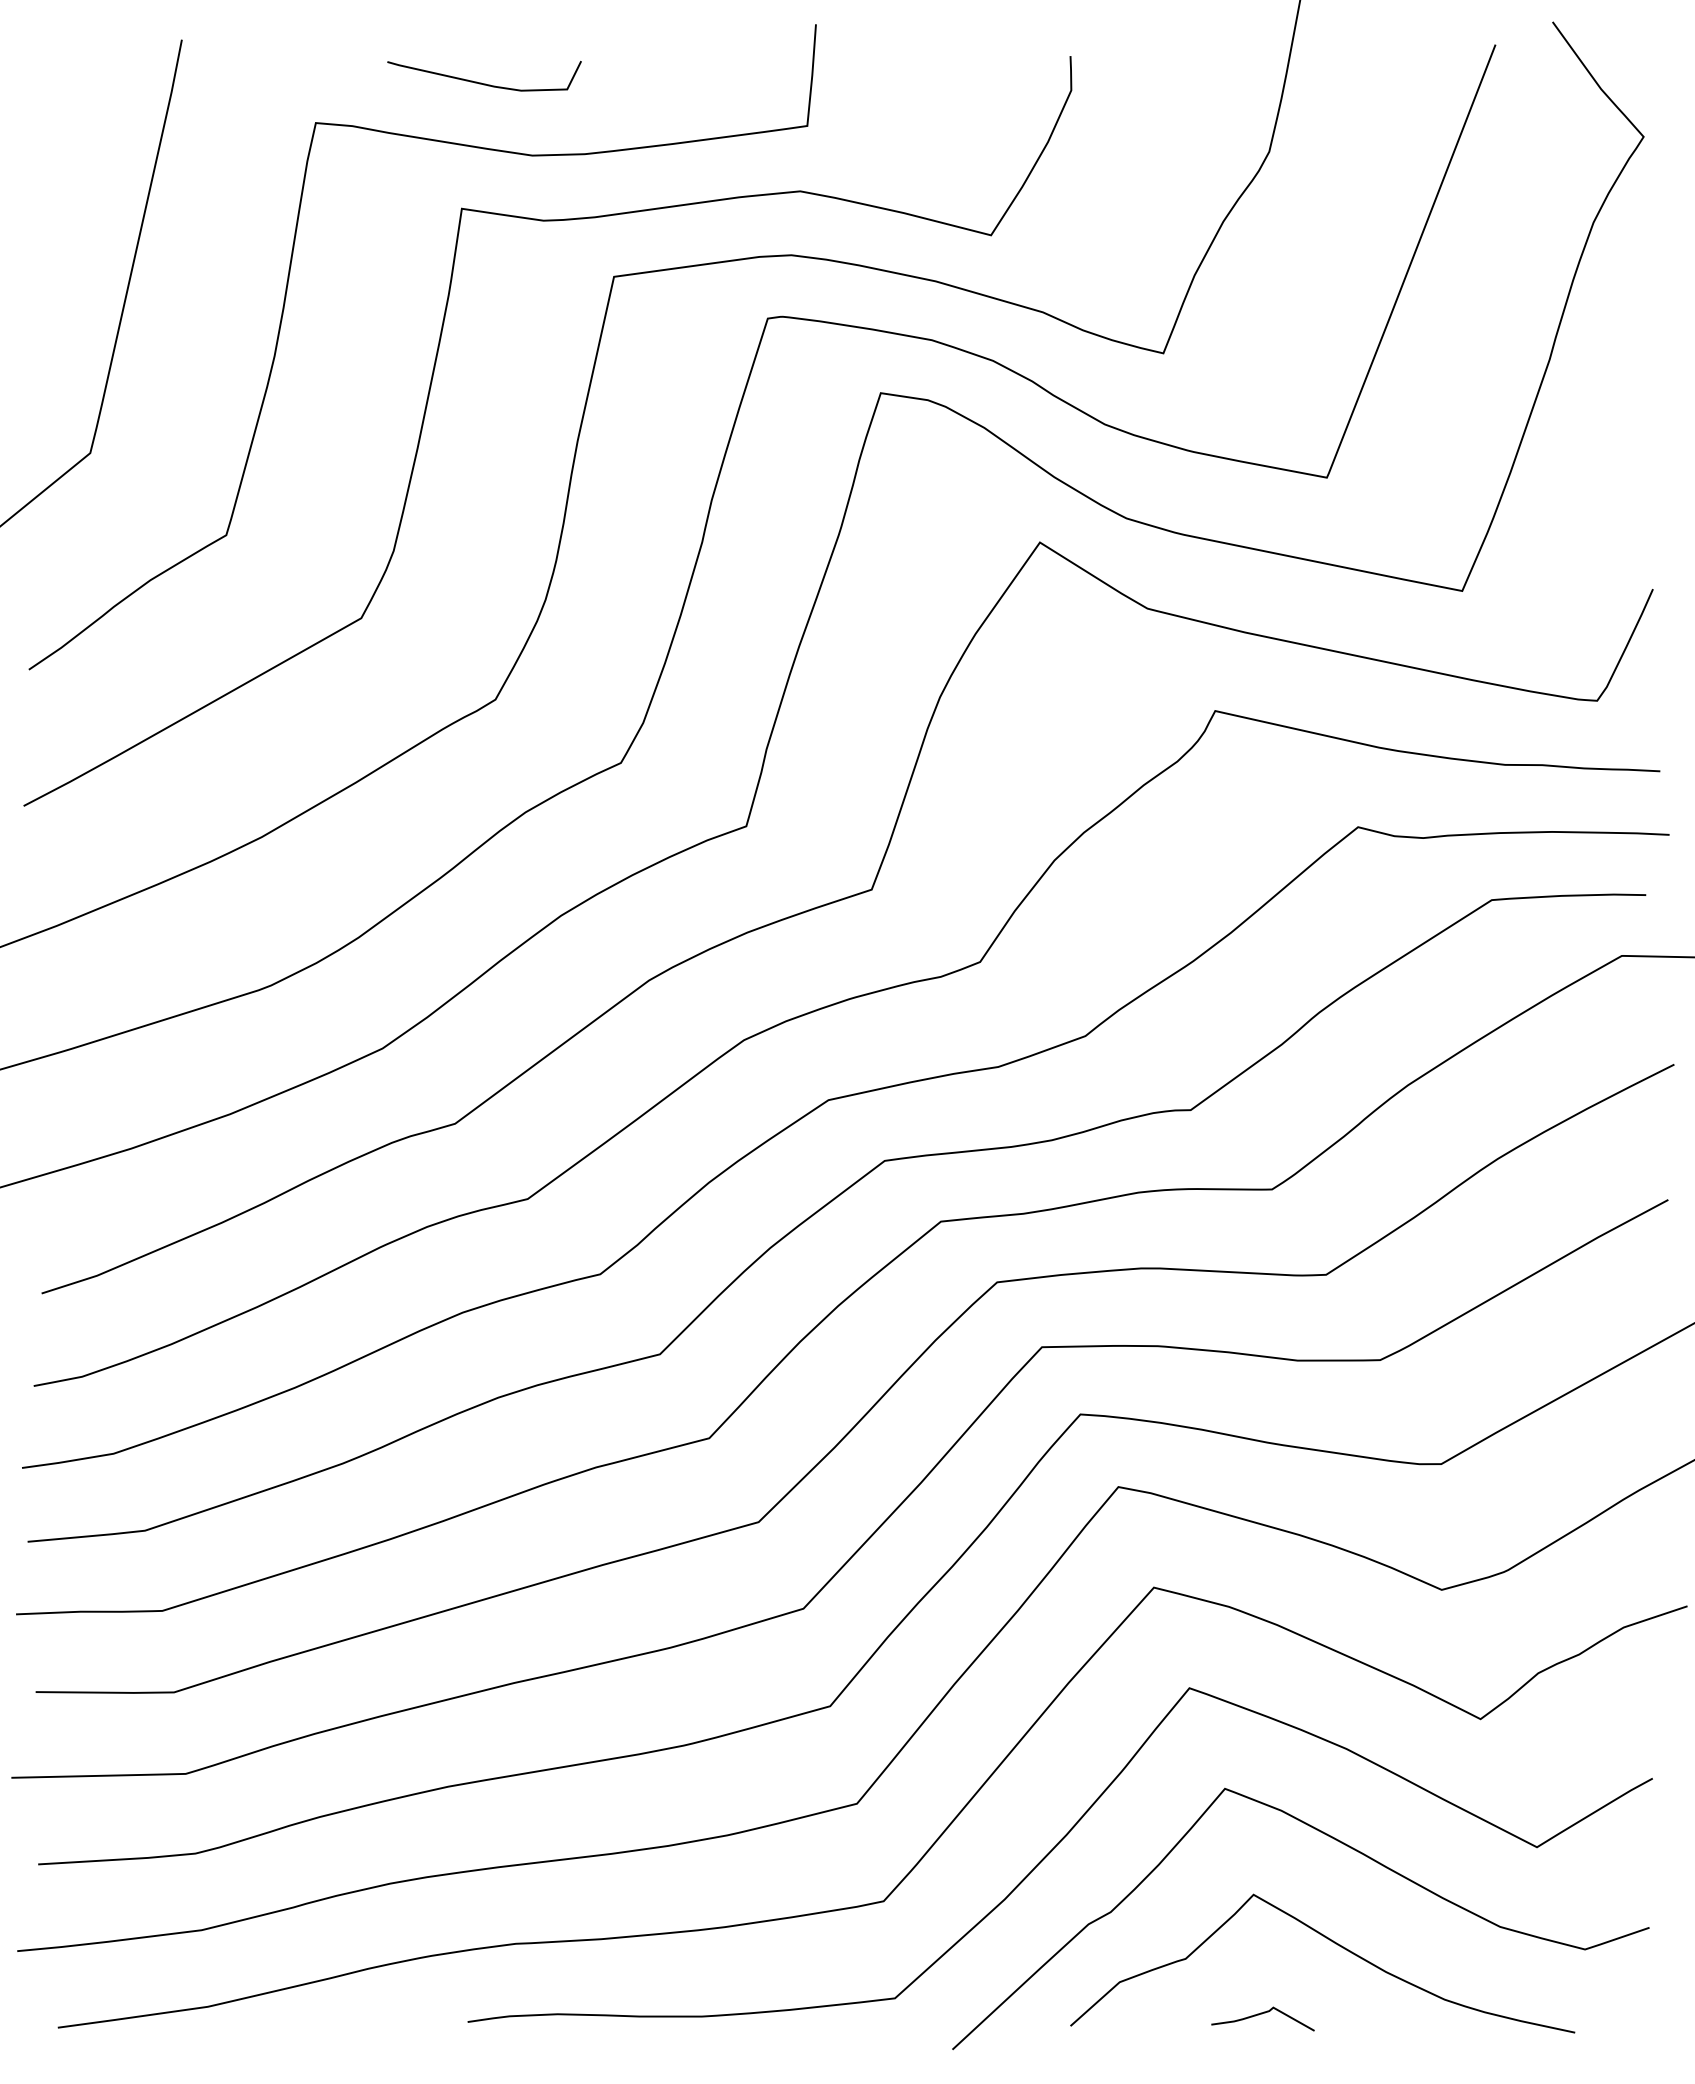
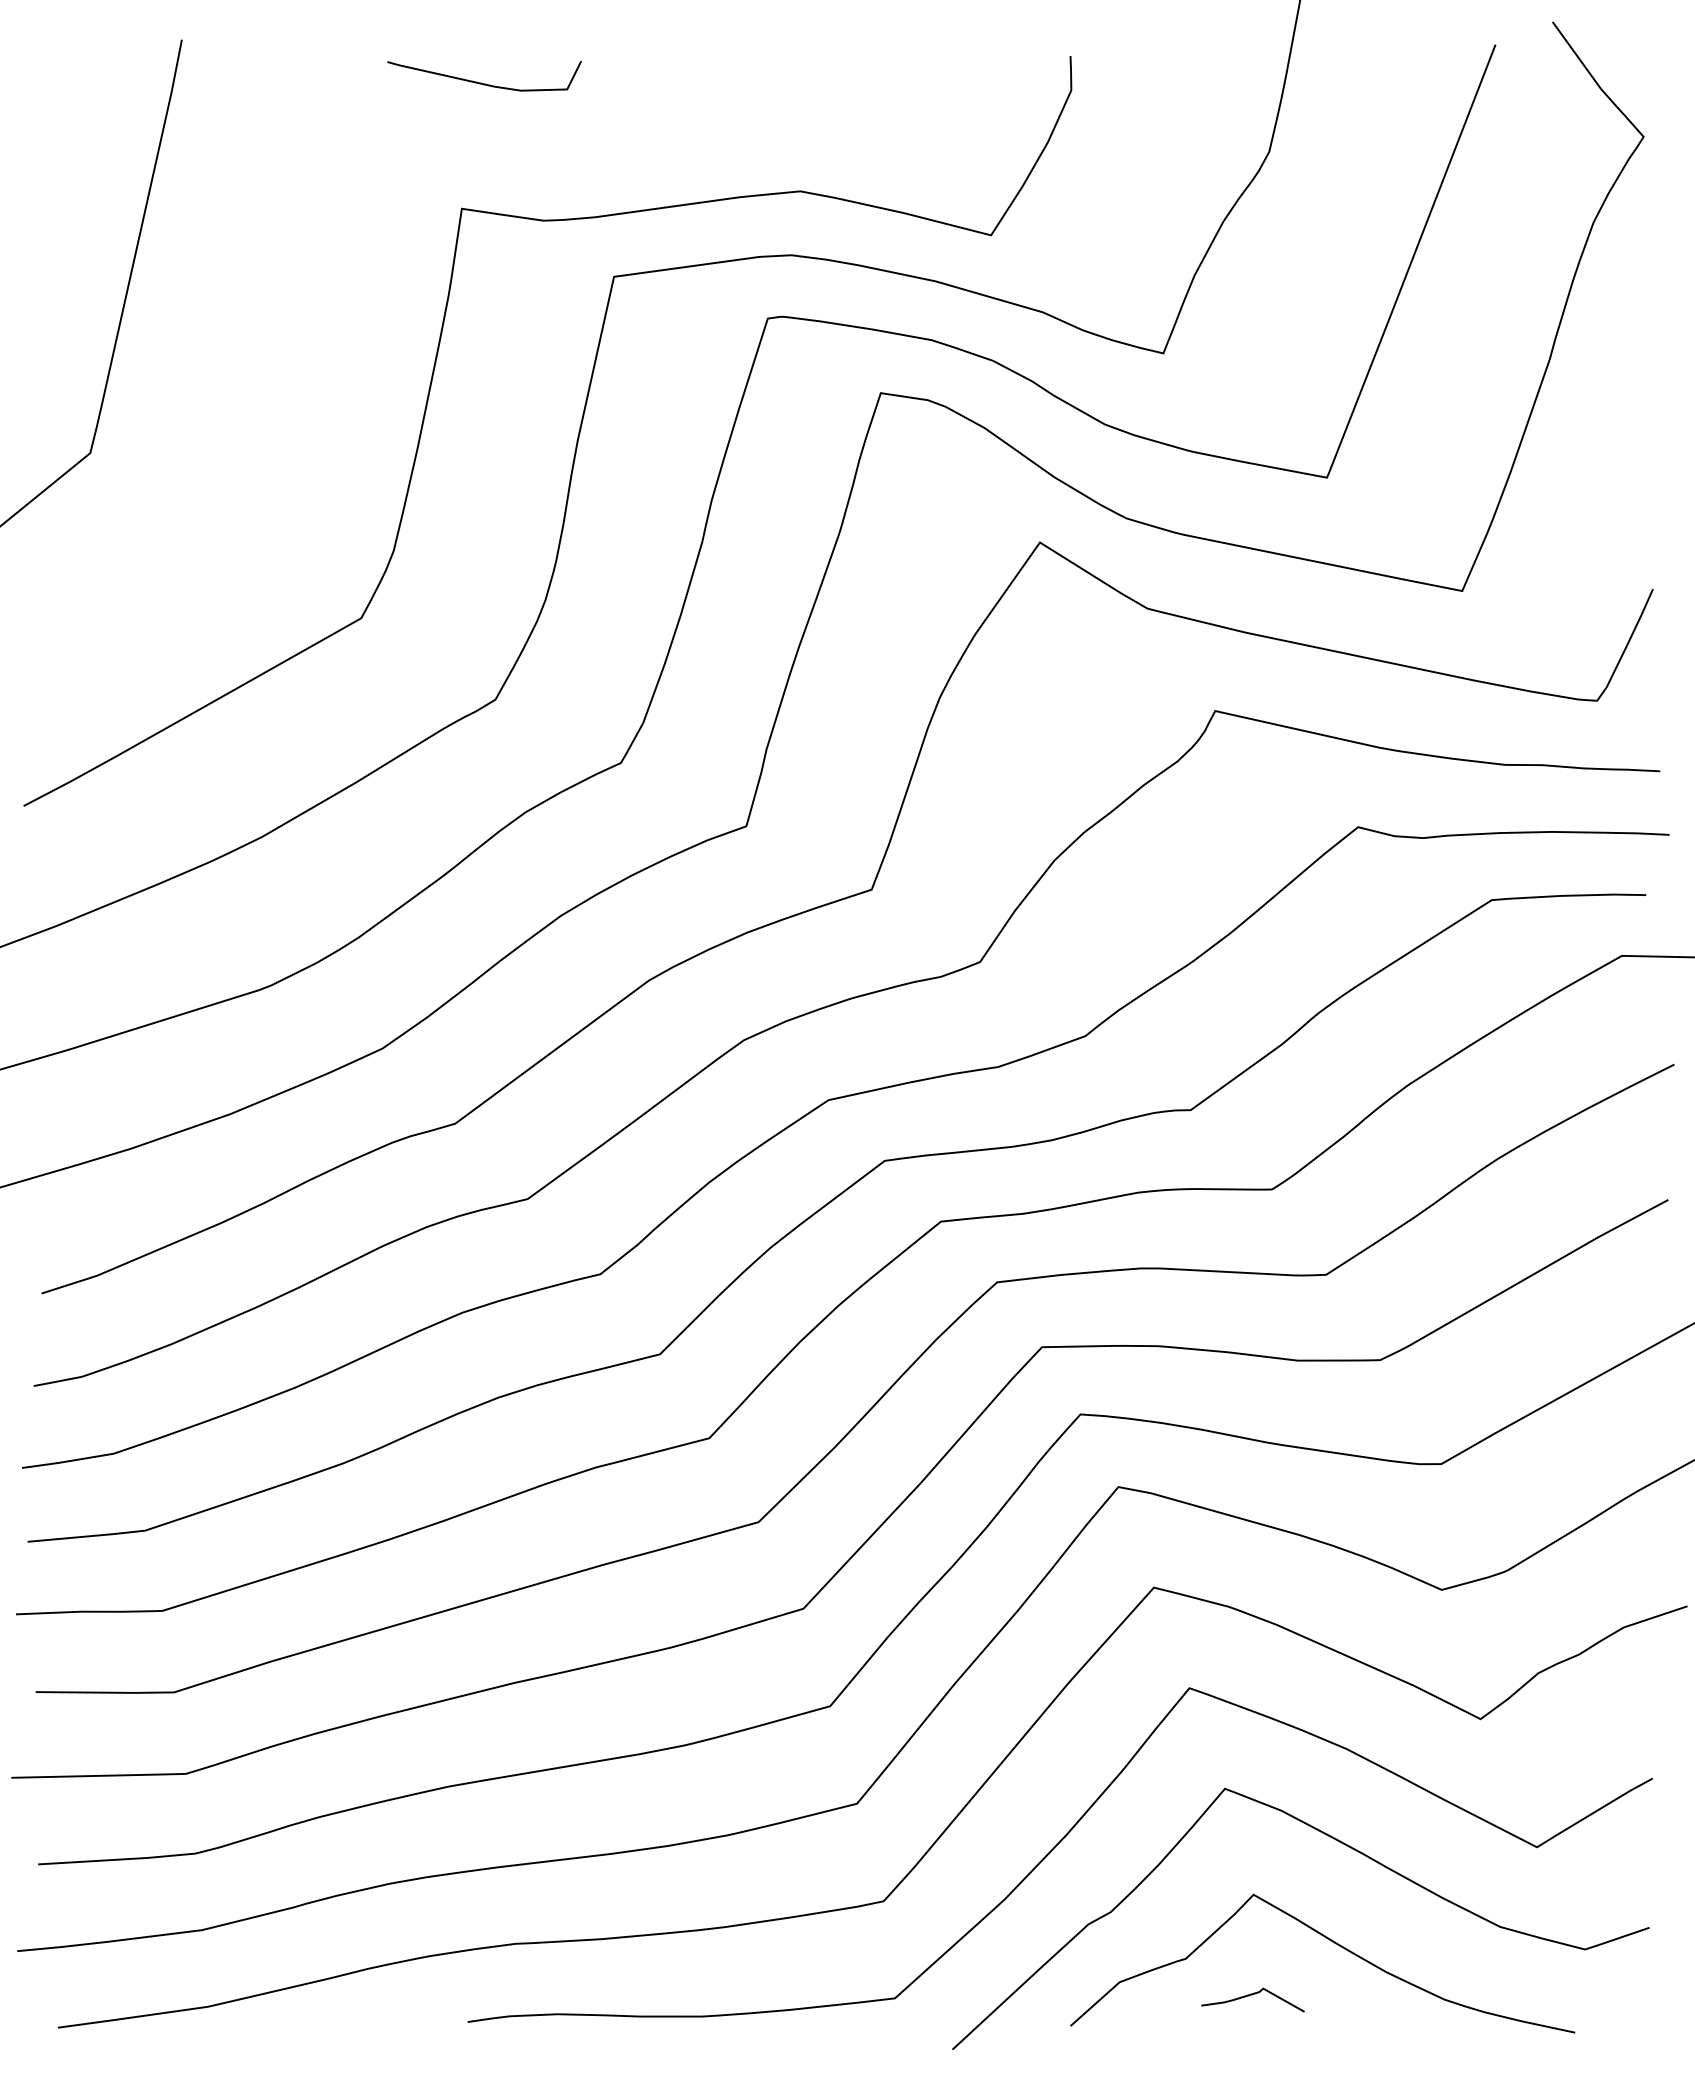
curve at (282, 320): present -> none
curve at (1262, 2014) position: (1262, 2014) -> (1252, 1995)
